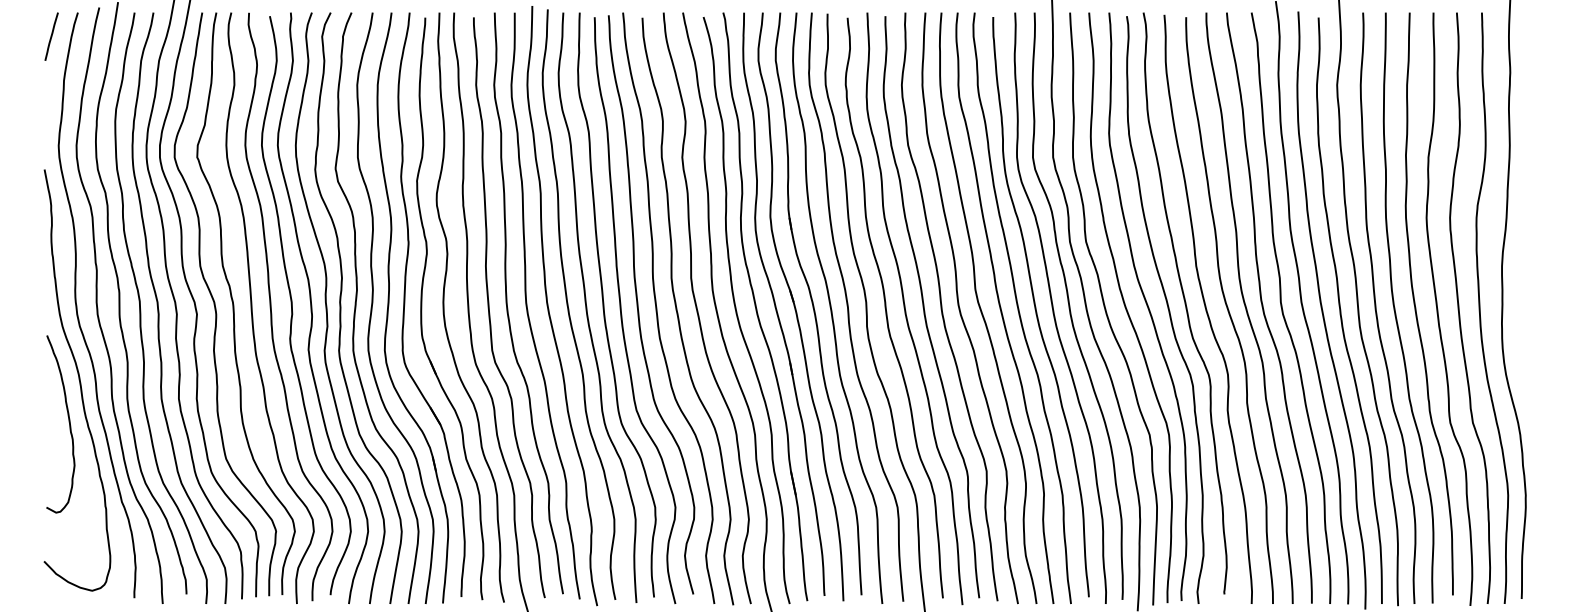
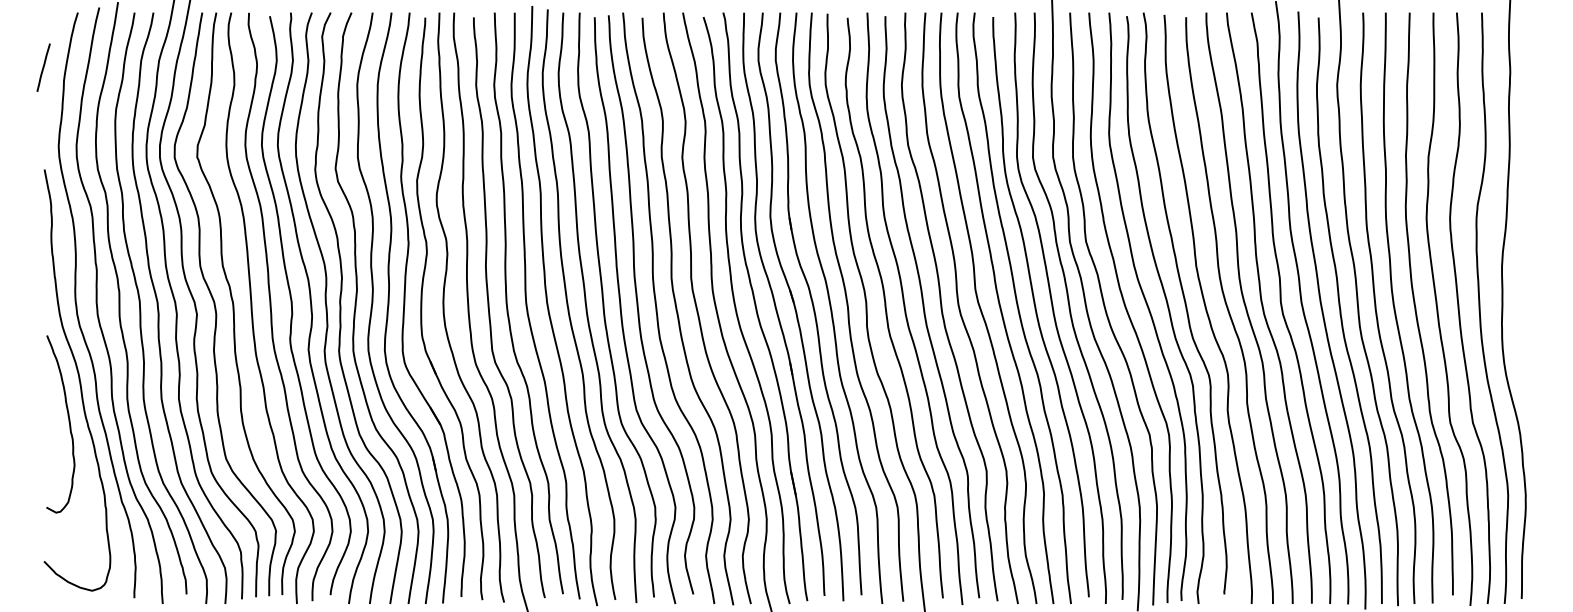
line at (51, 36) position: (51, 36) -> (43, 67)
